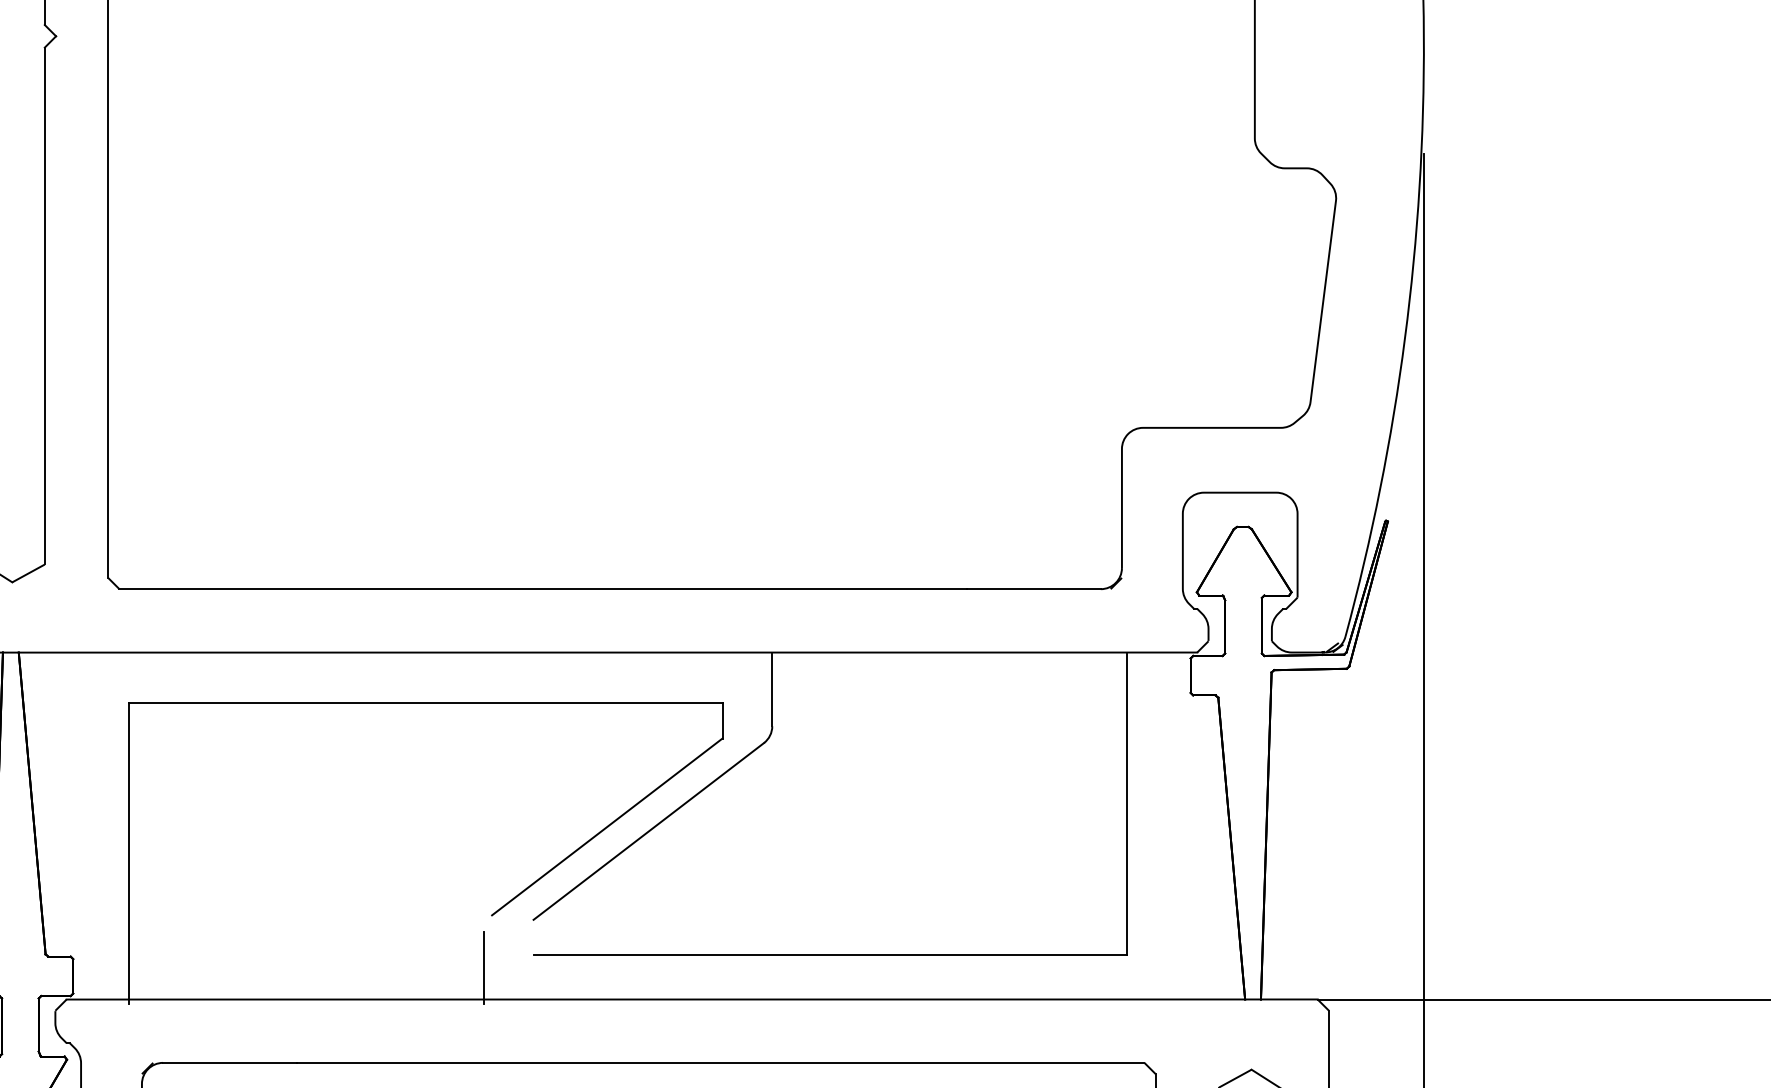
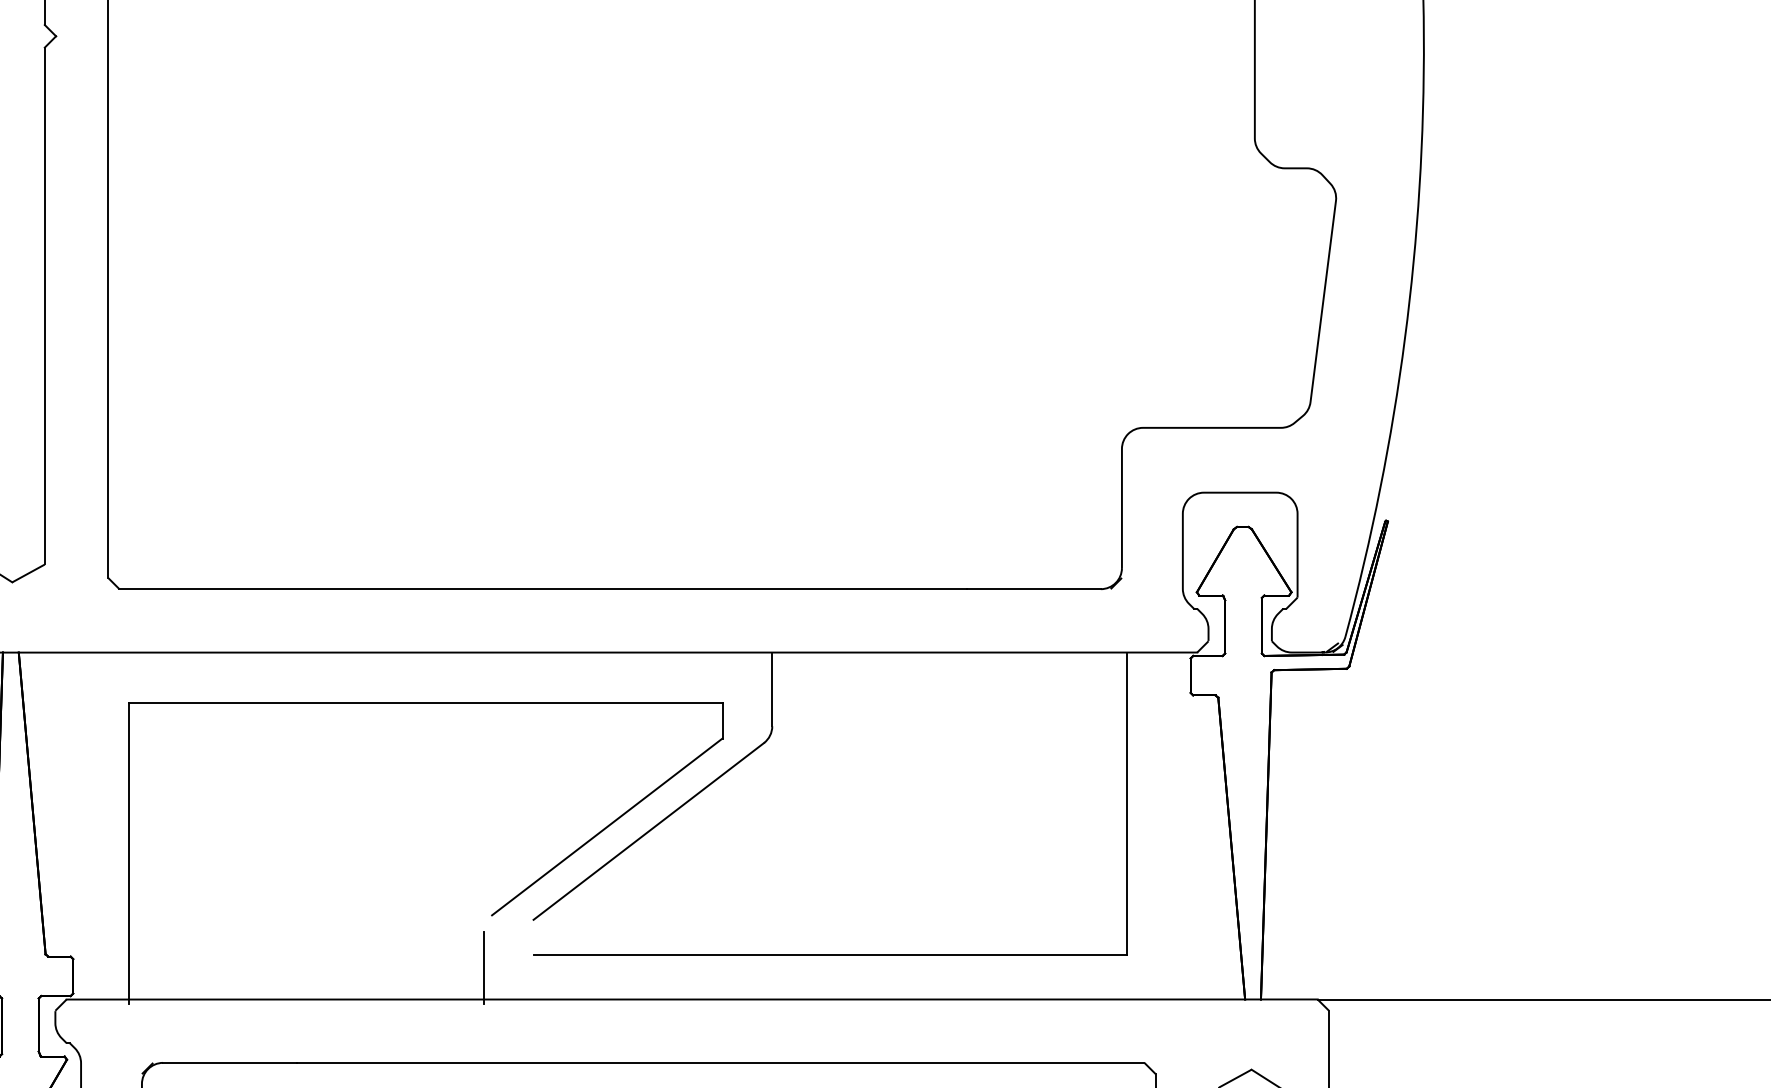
line at (1423, 618): present -> none
